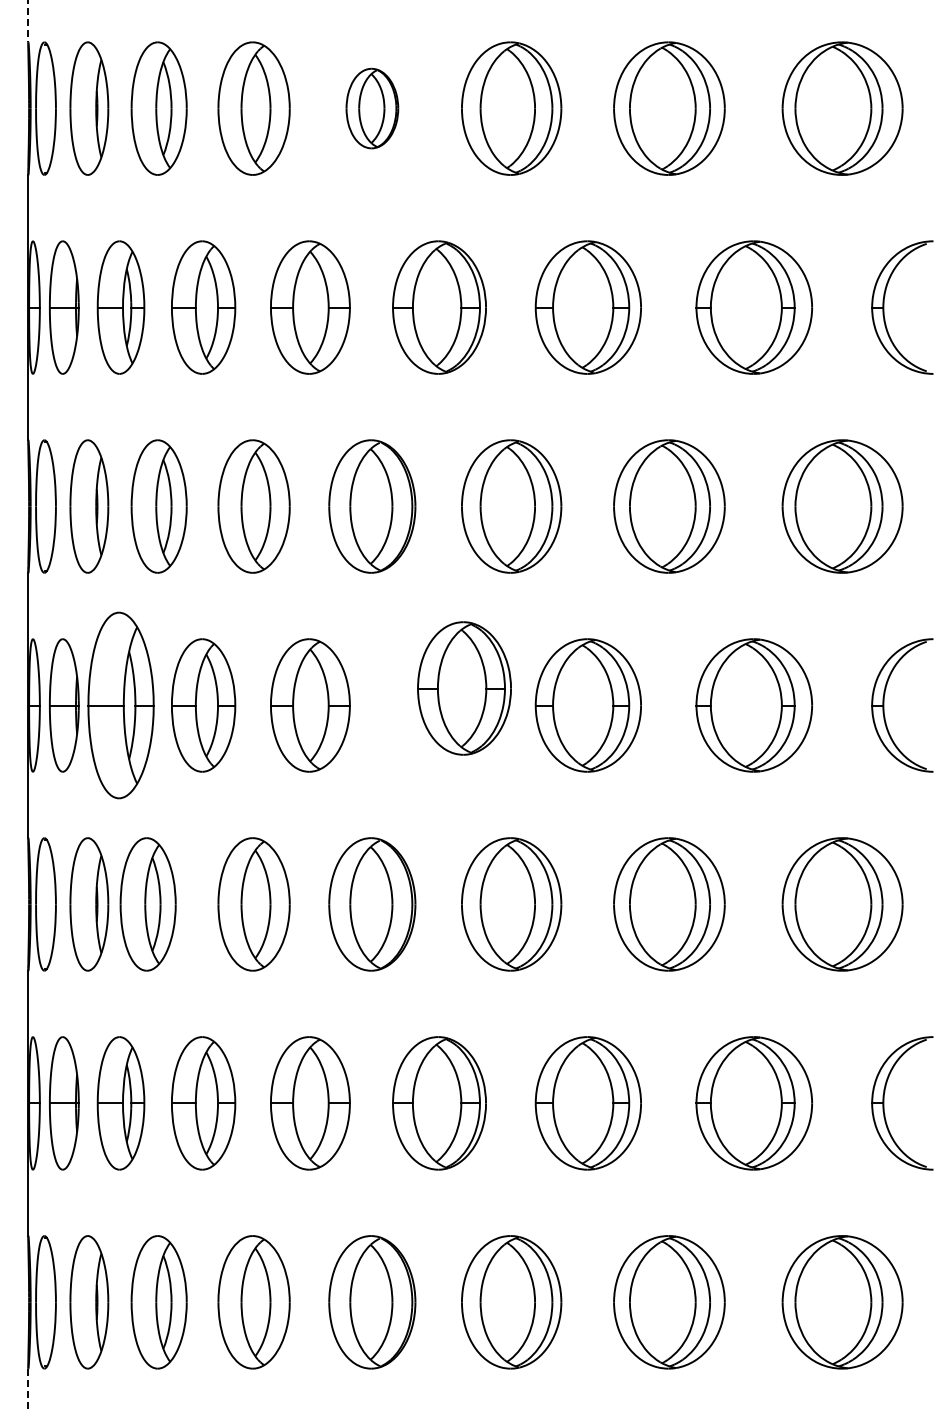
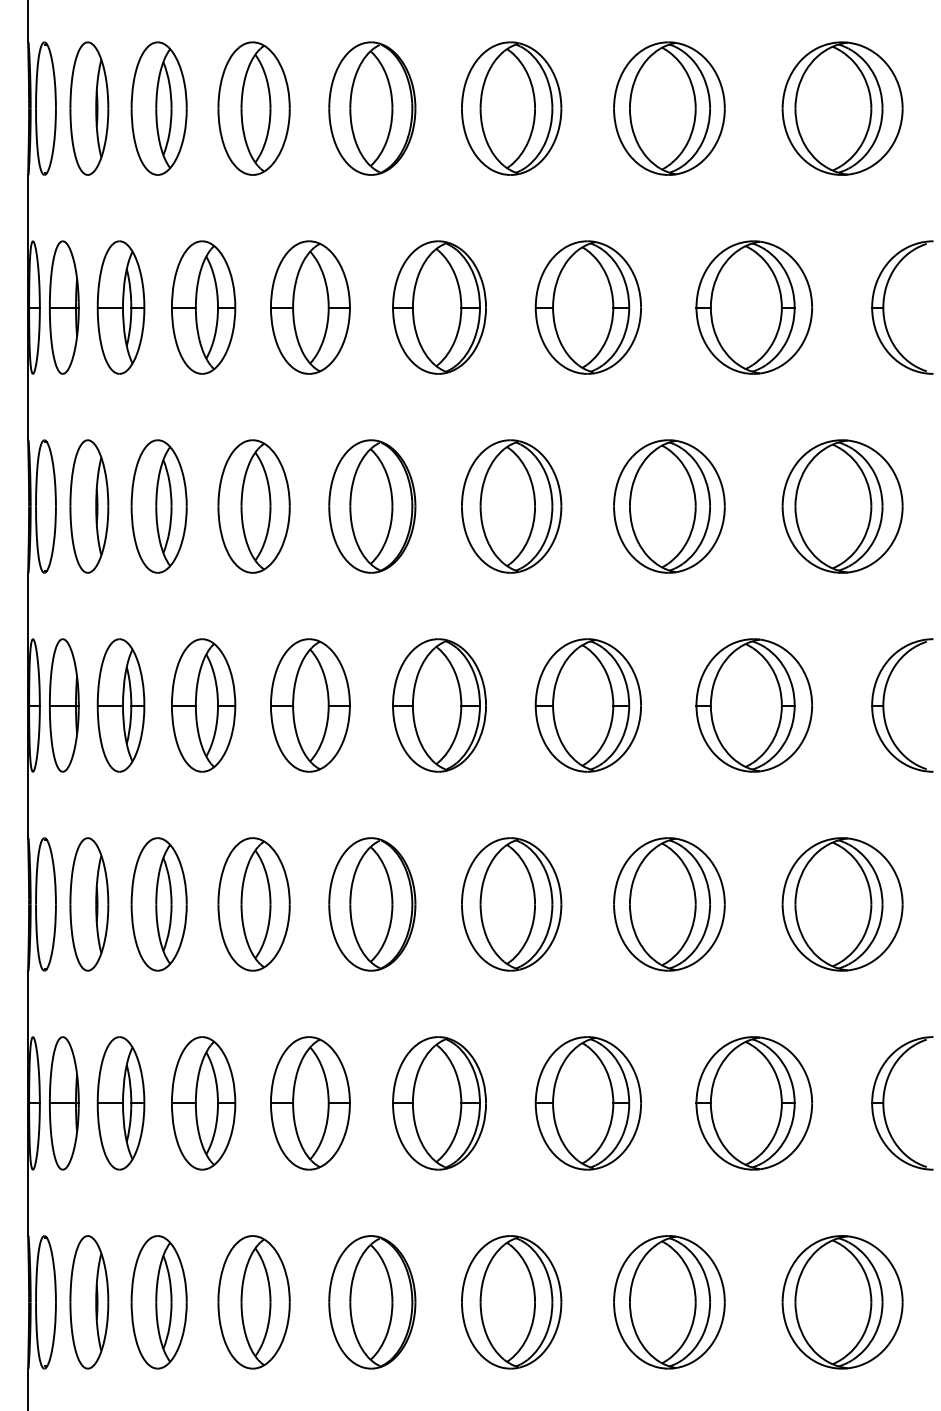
line at (28, 21): dashed -> solid
part at (372, 108) size: 55x83 px -> 89x135 px
part at (464, 688) position: (464, 688) -> (439, 705)
part at (120, 705) size: 68x189 px -> 50x135 px
part at (147, 904) position: (147, 904) -> (158, 904)
line at (28, 1389): dashed -> solid
